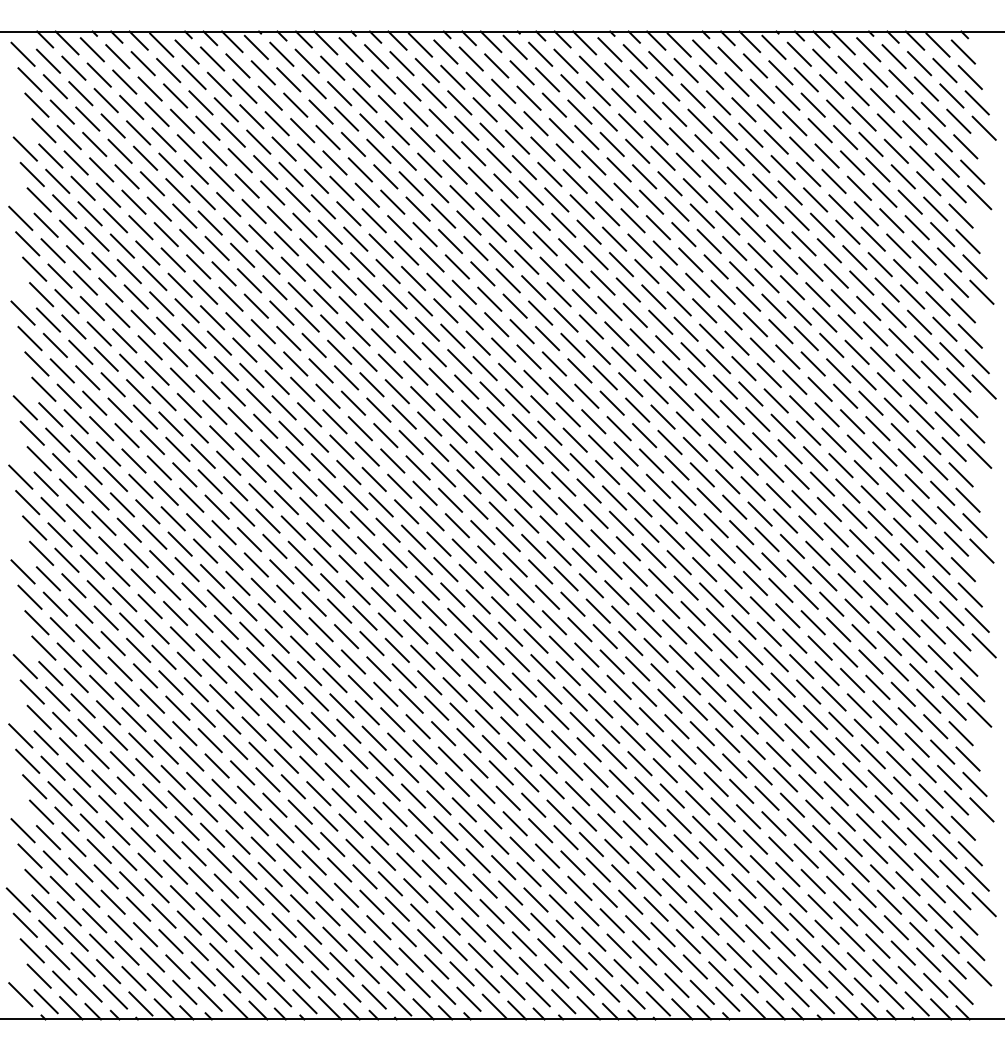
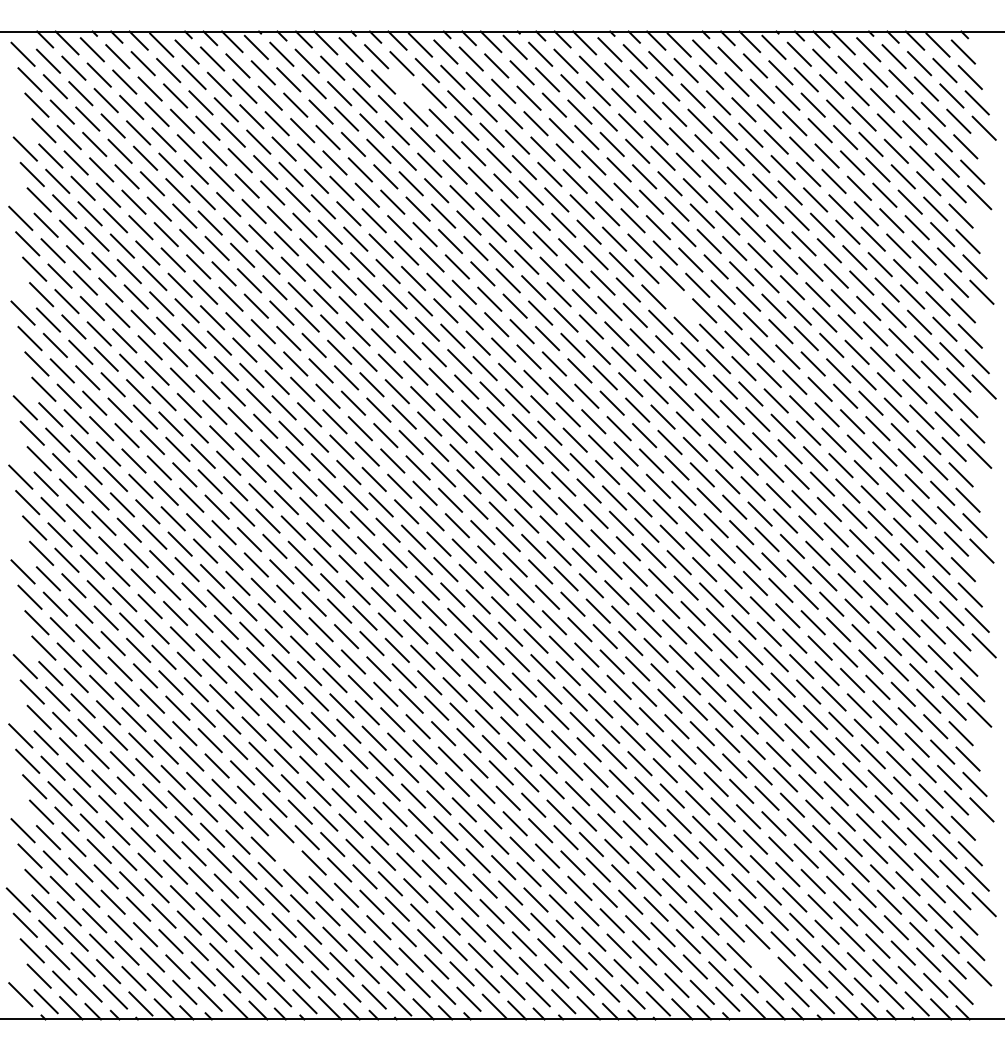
line at (408, 88): present -> none
line at (678, 303): present -> none
line at (288, 855): present -> none
line at (764, 961): present -> none
